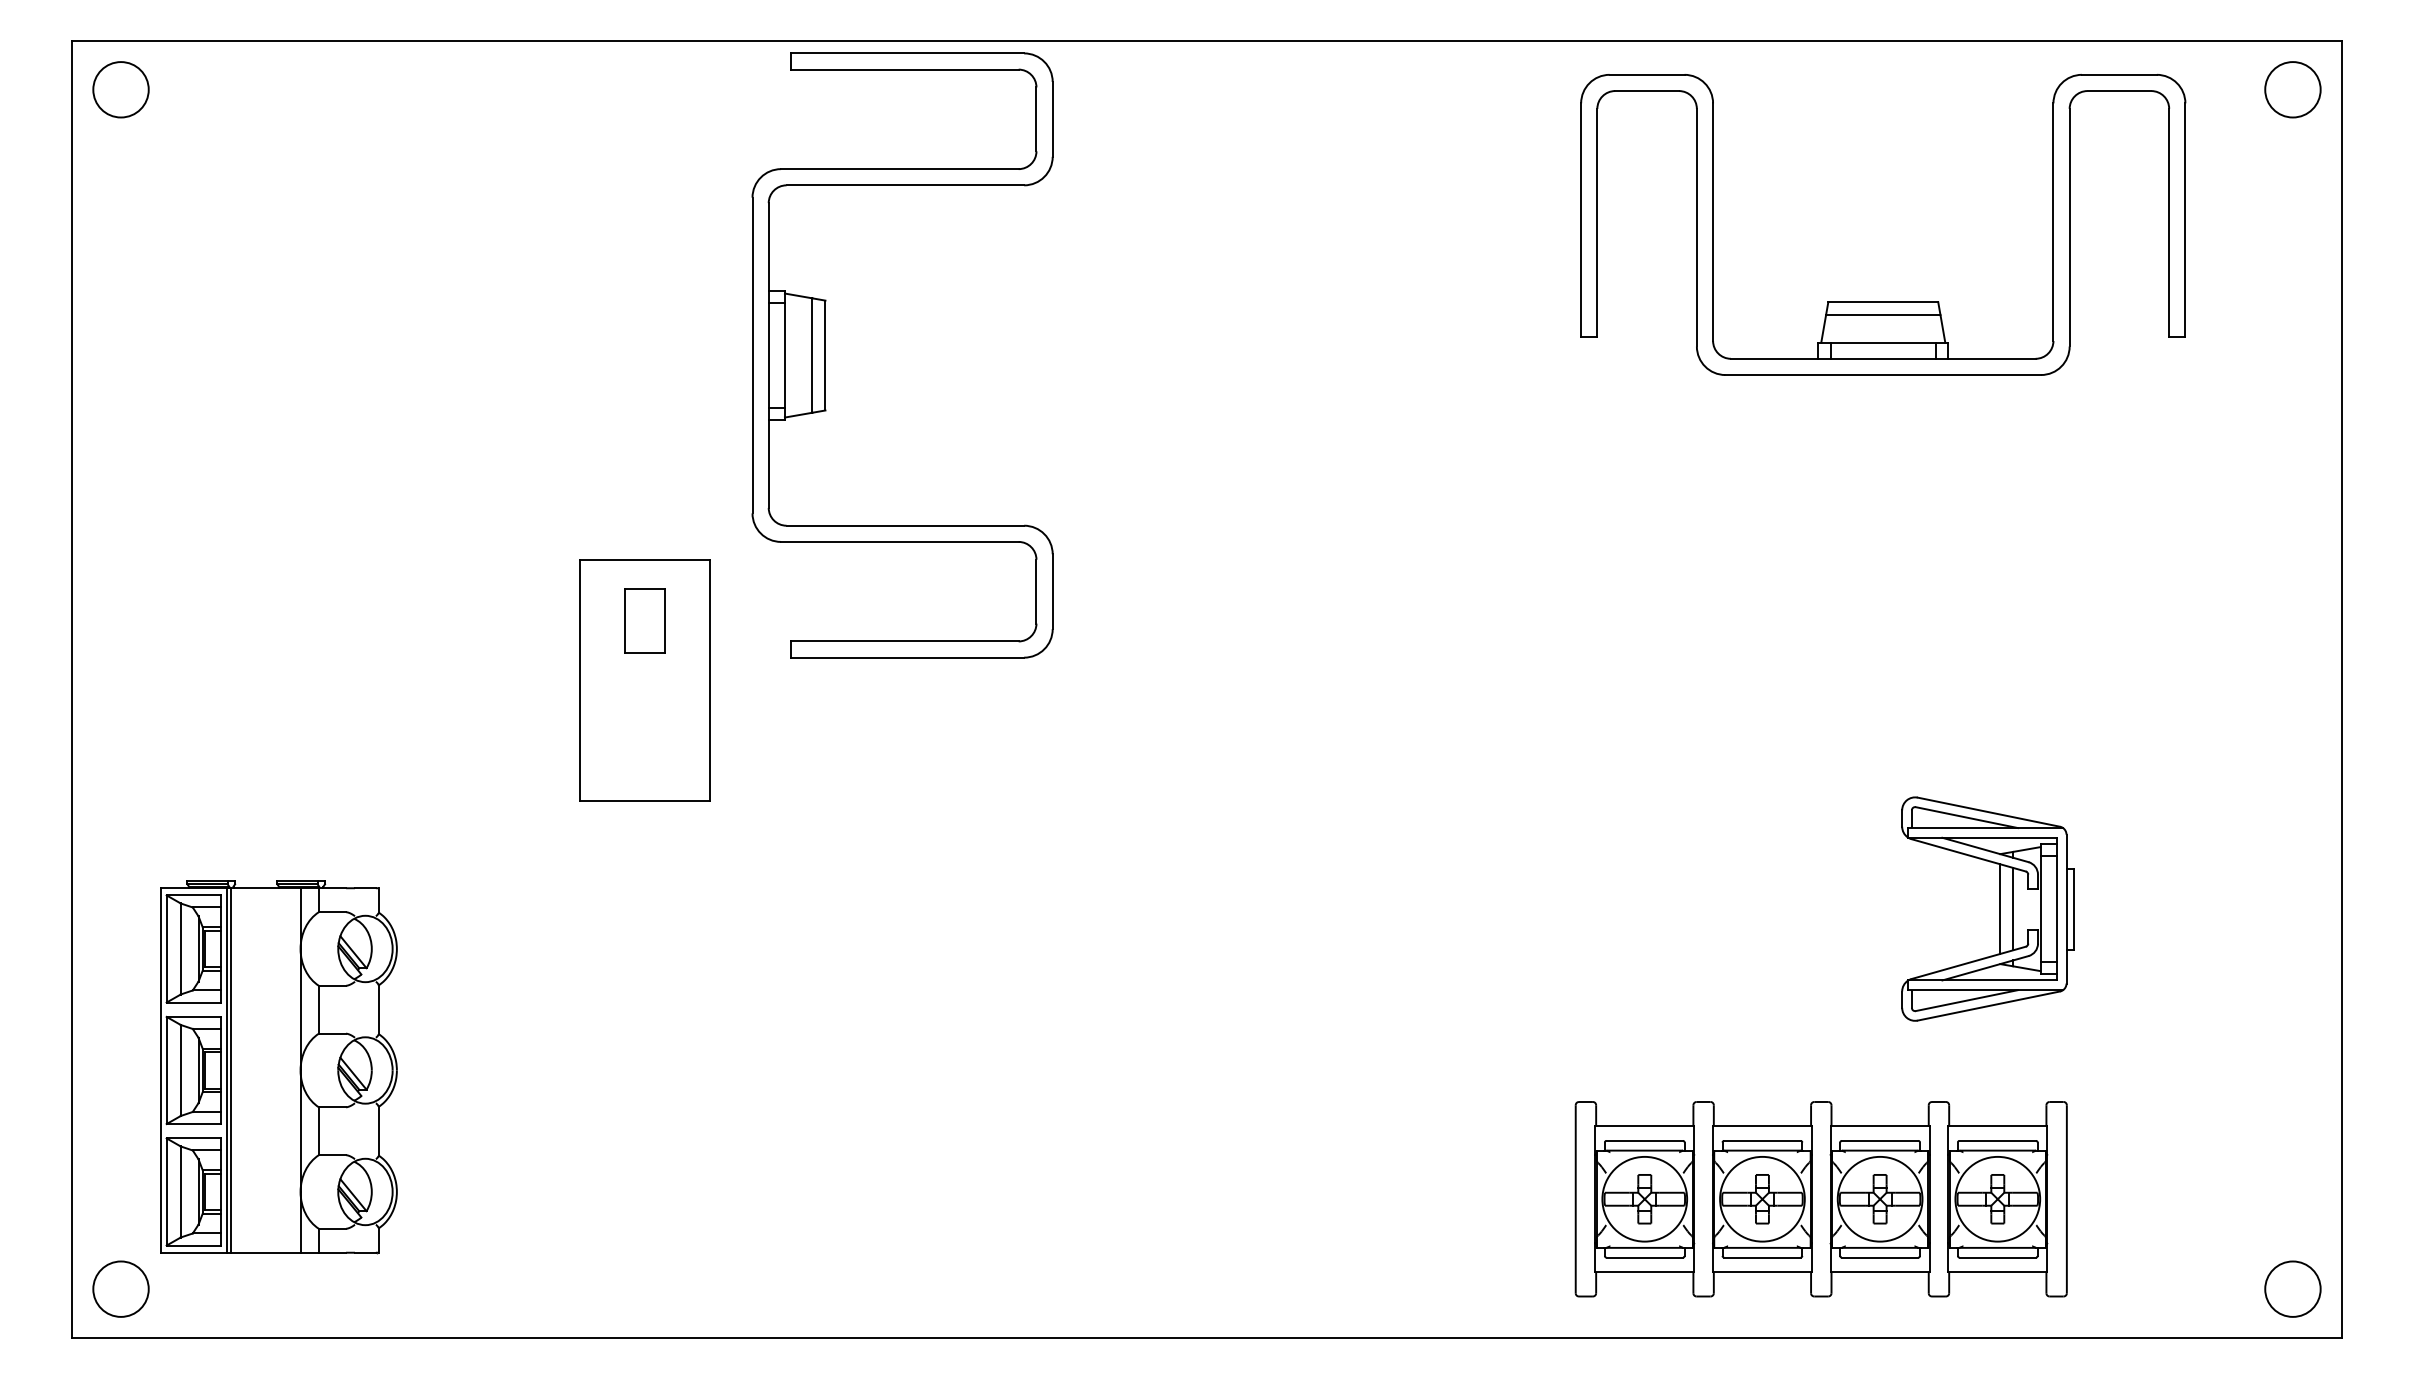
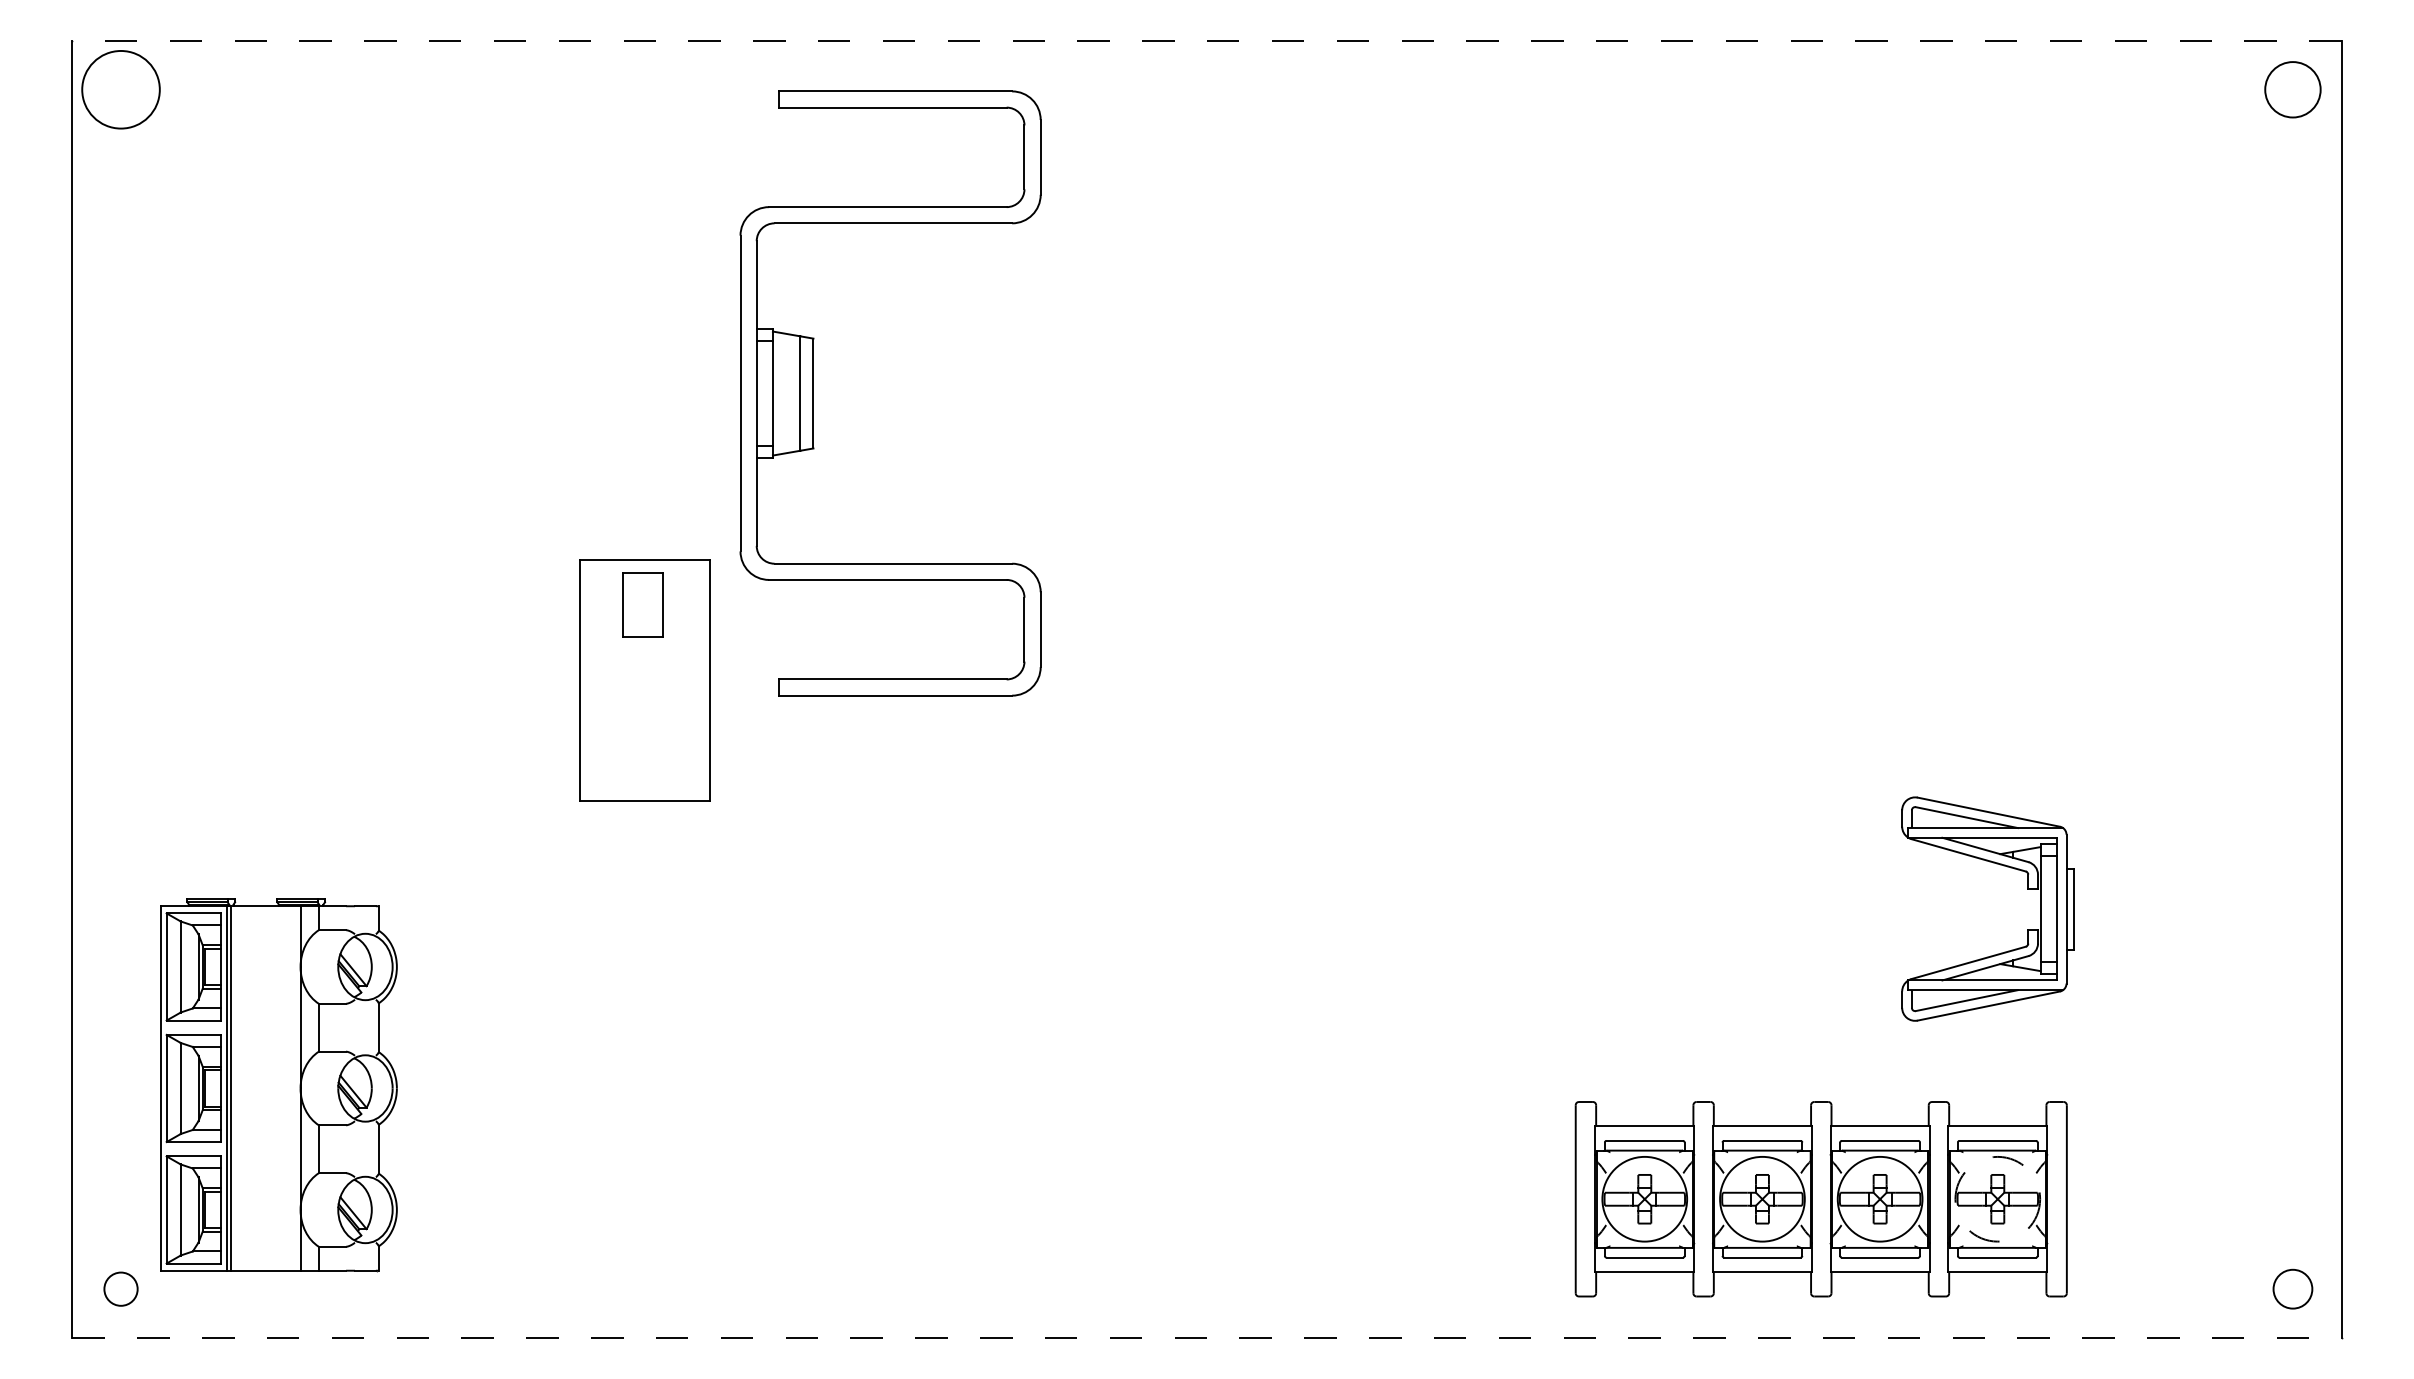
line at (1207, 41): solid -> dashed
circle at (120, 89) diameter: 55 px -> 78 px
part at (1883, 301): present -> none
part at (825, 355) position: (825, 355) -> (813, 393)
part at (644, 620) position: (644, 620) -> (642, 604)
line at (2013, 908): present -> none
line at (2000, 909): present -> none
part at (278, 1067) position: (278, 1067) -> (278, 1085)
circle at (1997, 1198): solid -> dashed
circle at (120, 1288) diameter: 55 px -> 33 px
circle at (2292, 1288) diameter: 55 px -> 39 px
line at (1207, 1337): solid -> dashed
